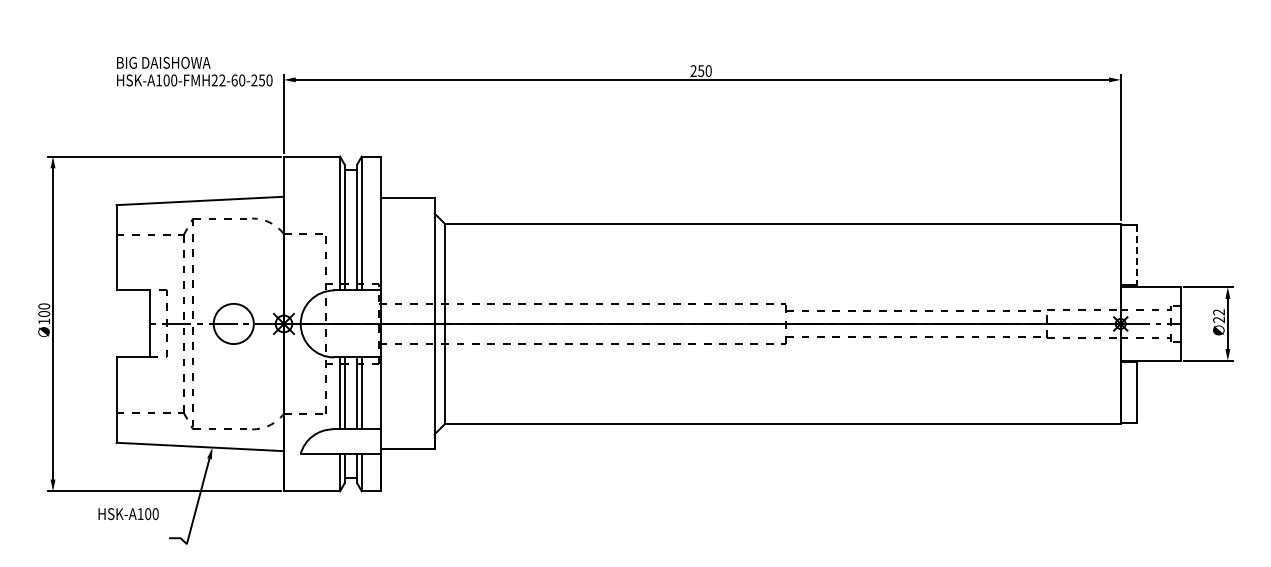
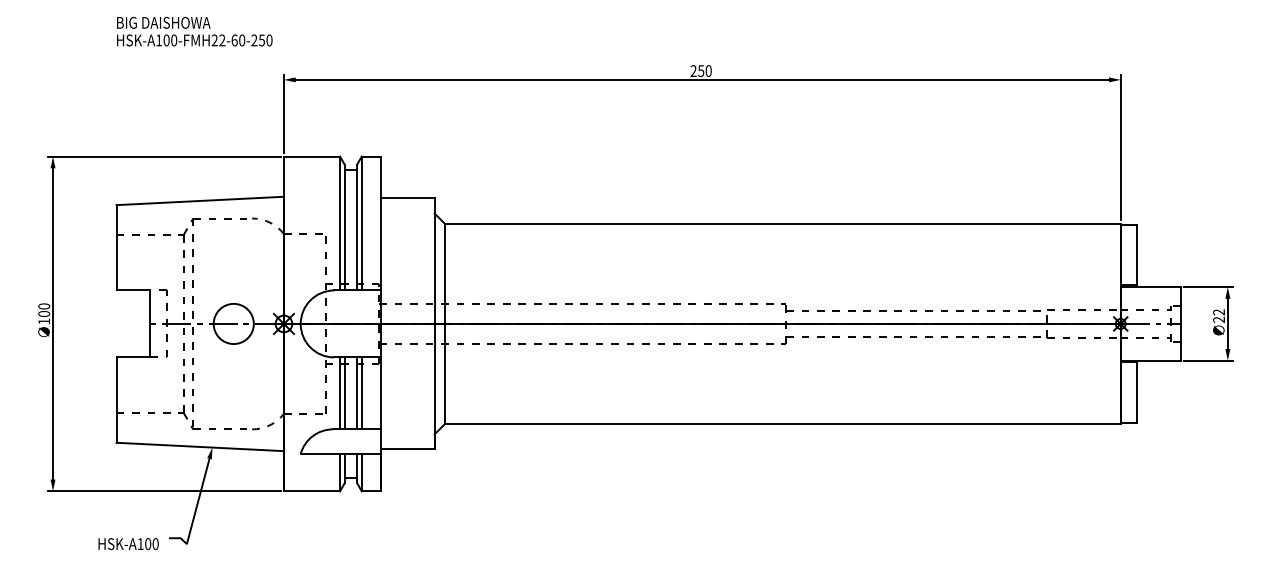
text at (194, 71) position: (194, 71) -> (194, 31)
line at (1137, 255): dashed -> solid
text at (128, 514) position: (128, 514) -> (128, 544)
